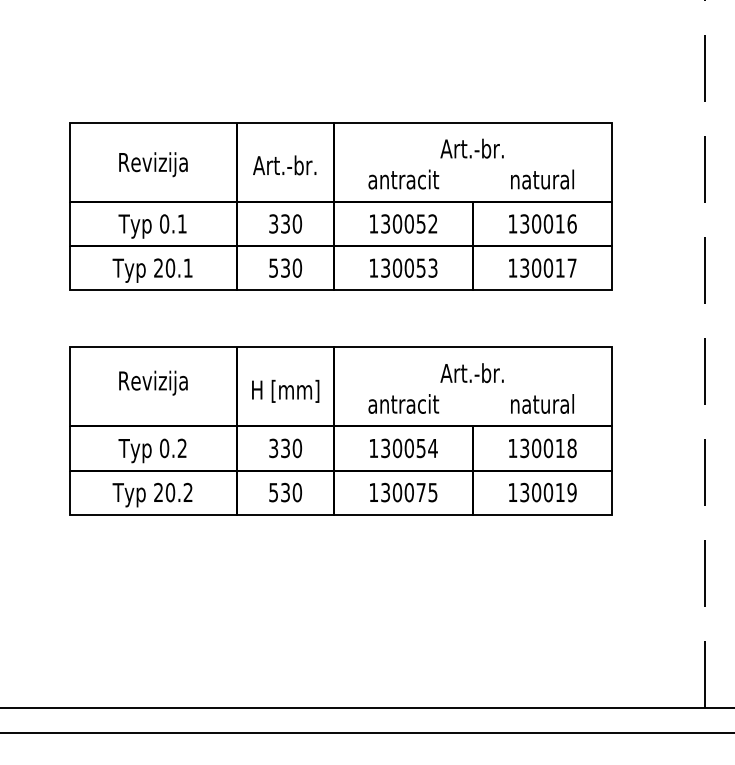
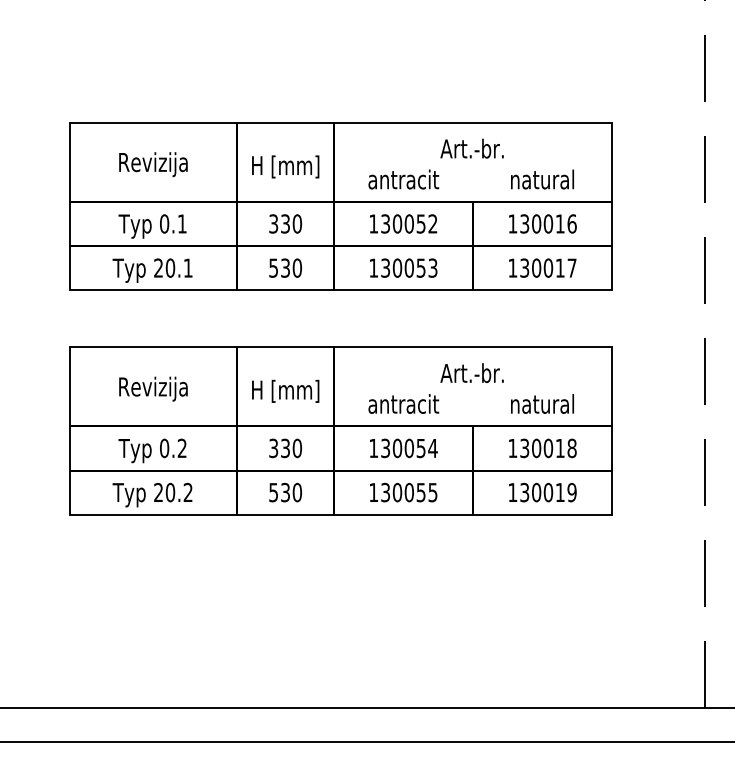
text at (285, 166): Art.-br. -> H [mm]
text at (153, 382) position: (153, 382) -> (153, 388)
text at (420, 492): 130075 -> 130055
line at (366, 733) position: (366, 733) -> (366, 742)
